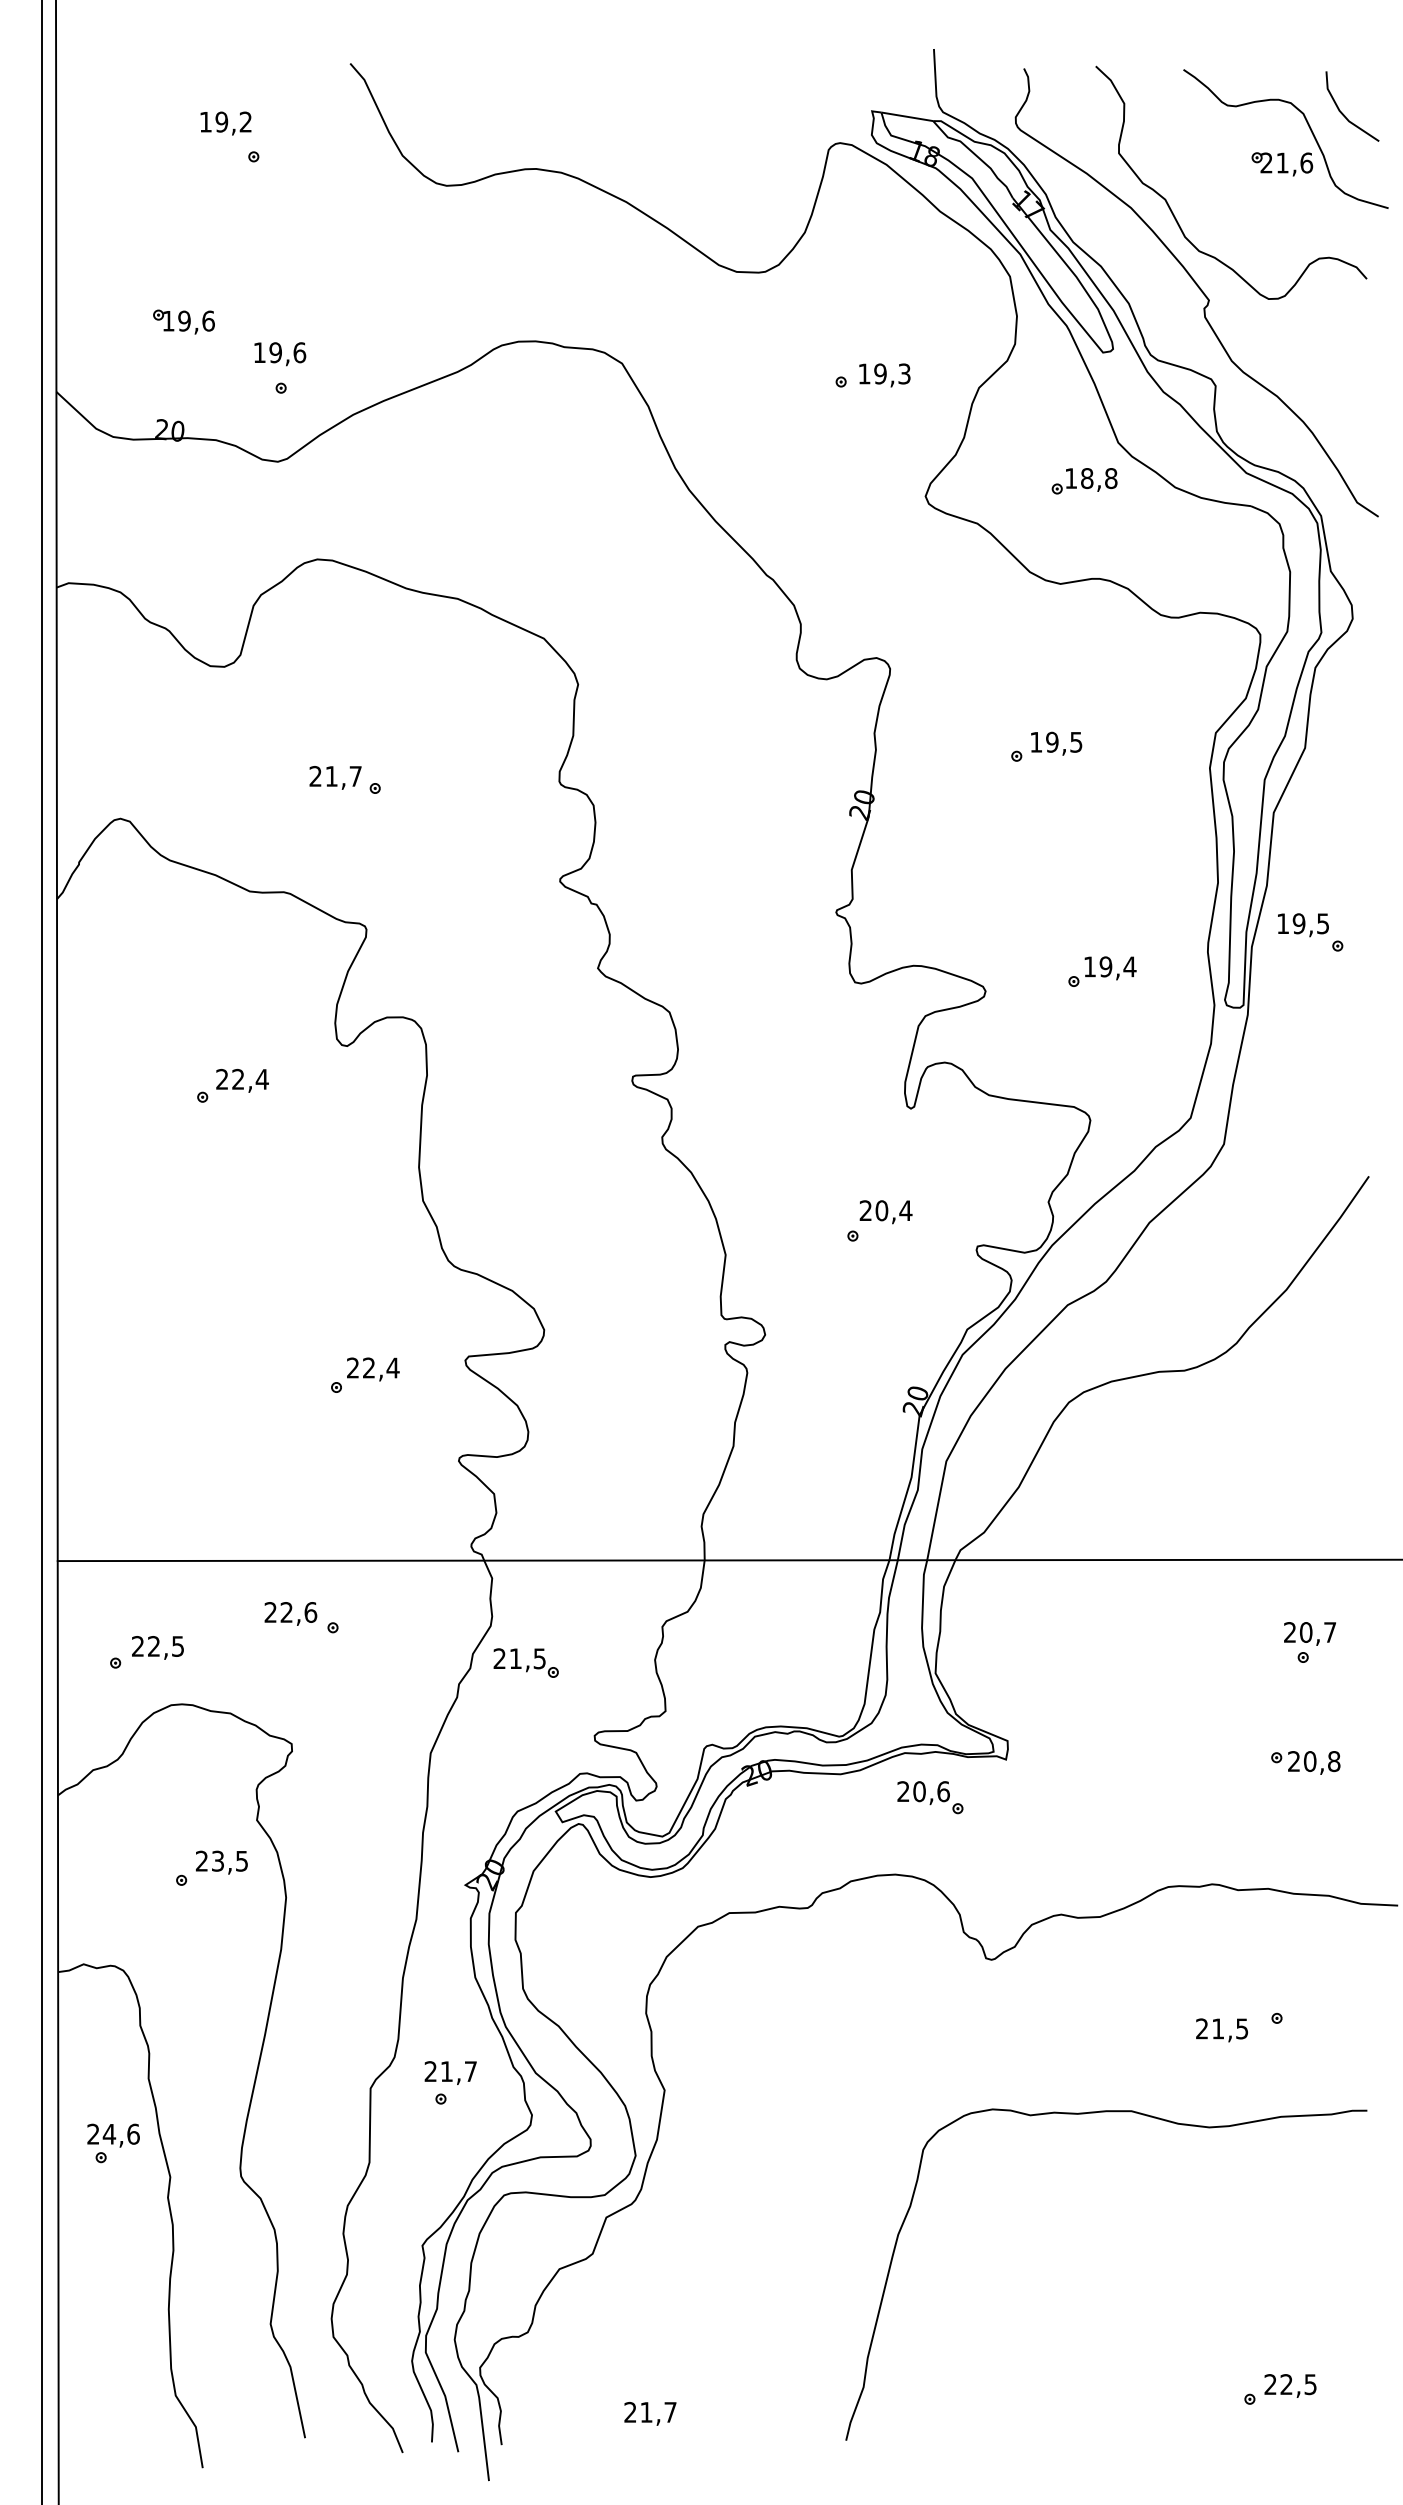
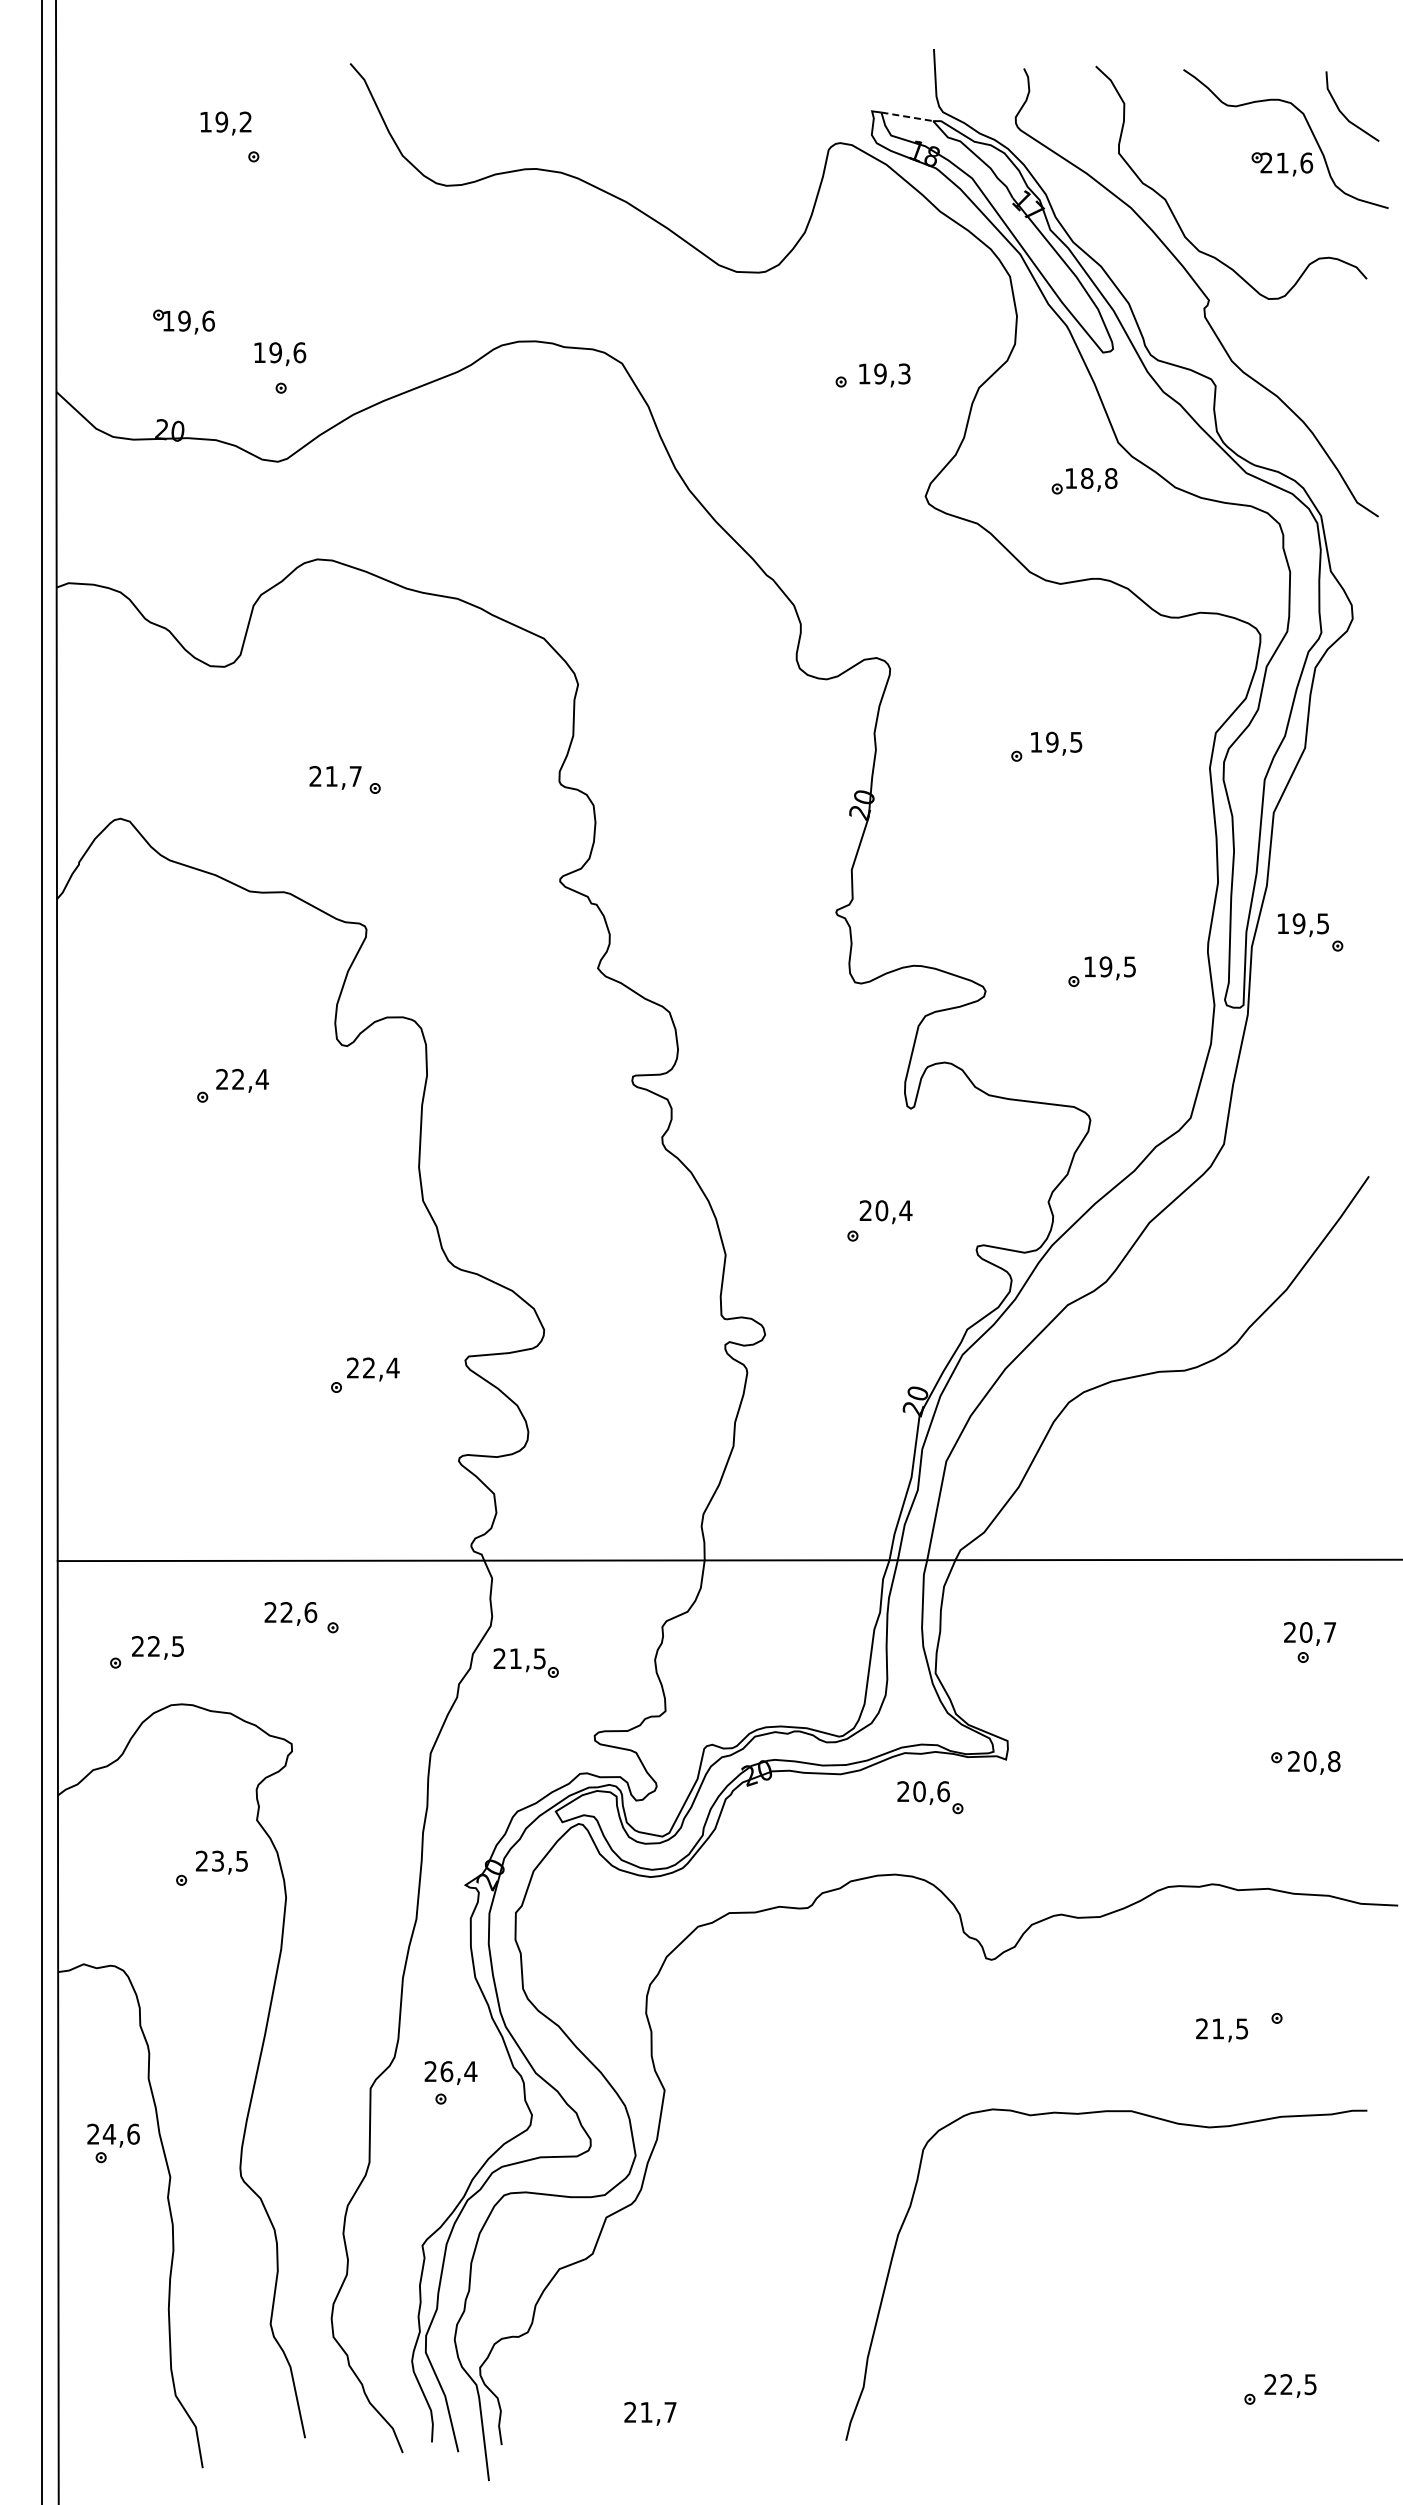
line at (907, 116): solid -> dashed
text at (1129, 966): 19,4 -> 19,5
text at (458, 2071): 21,7 -> 26,4
